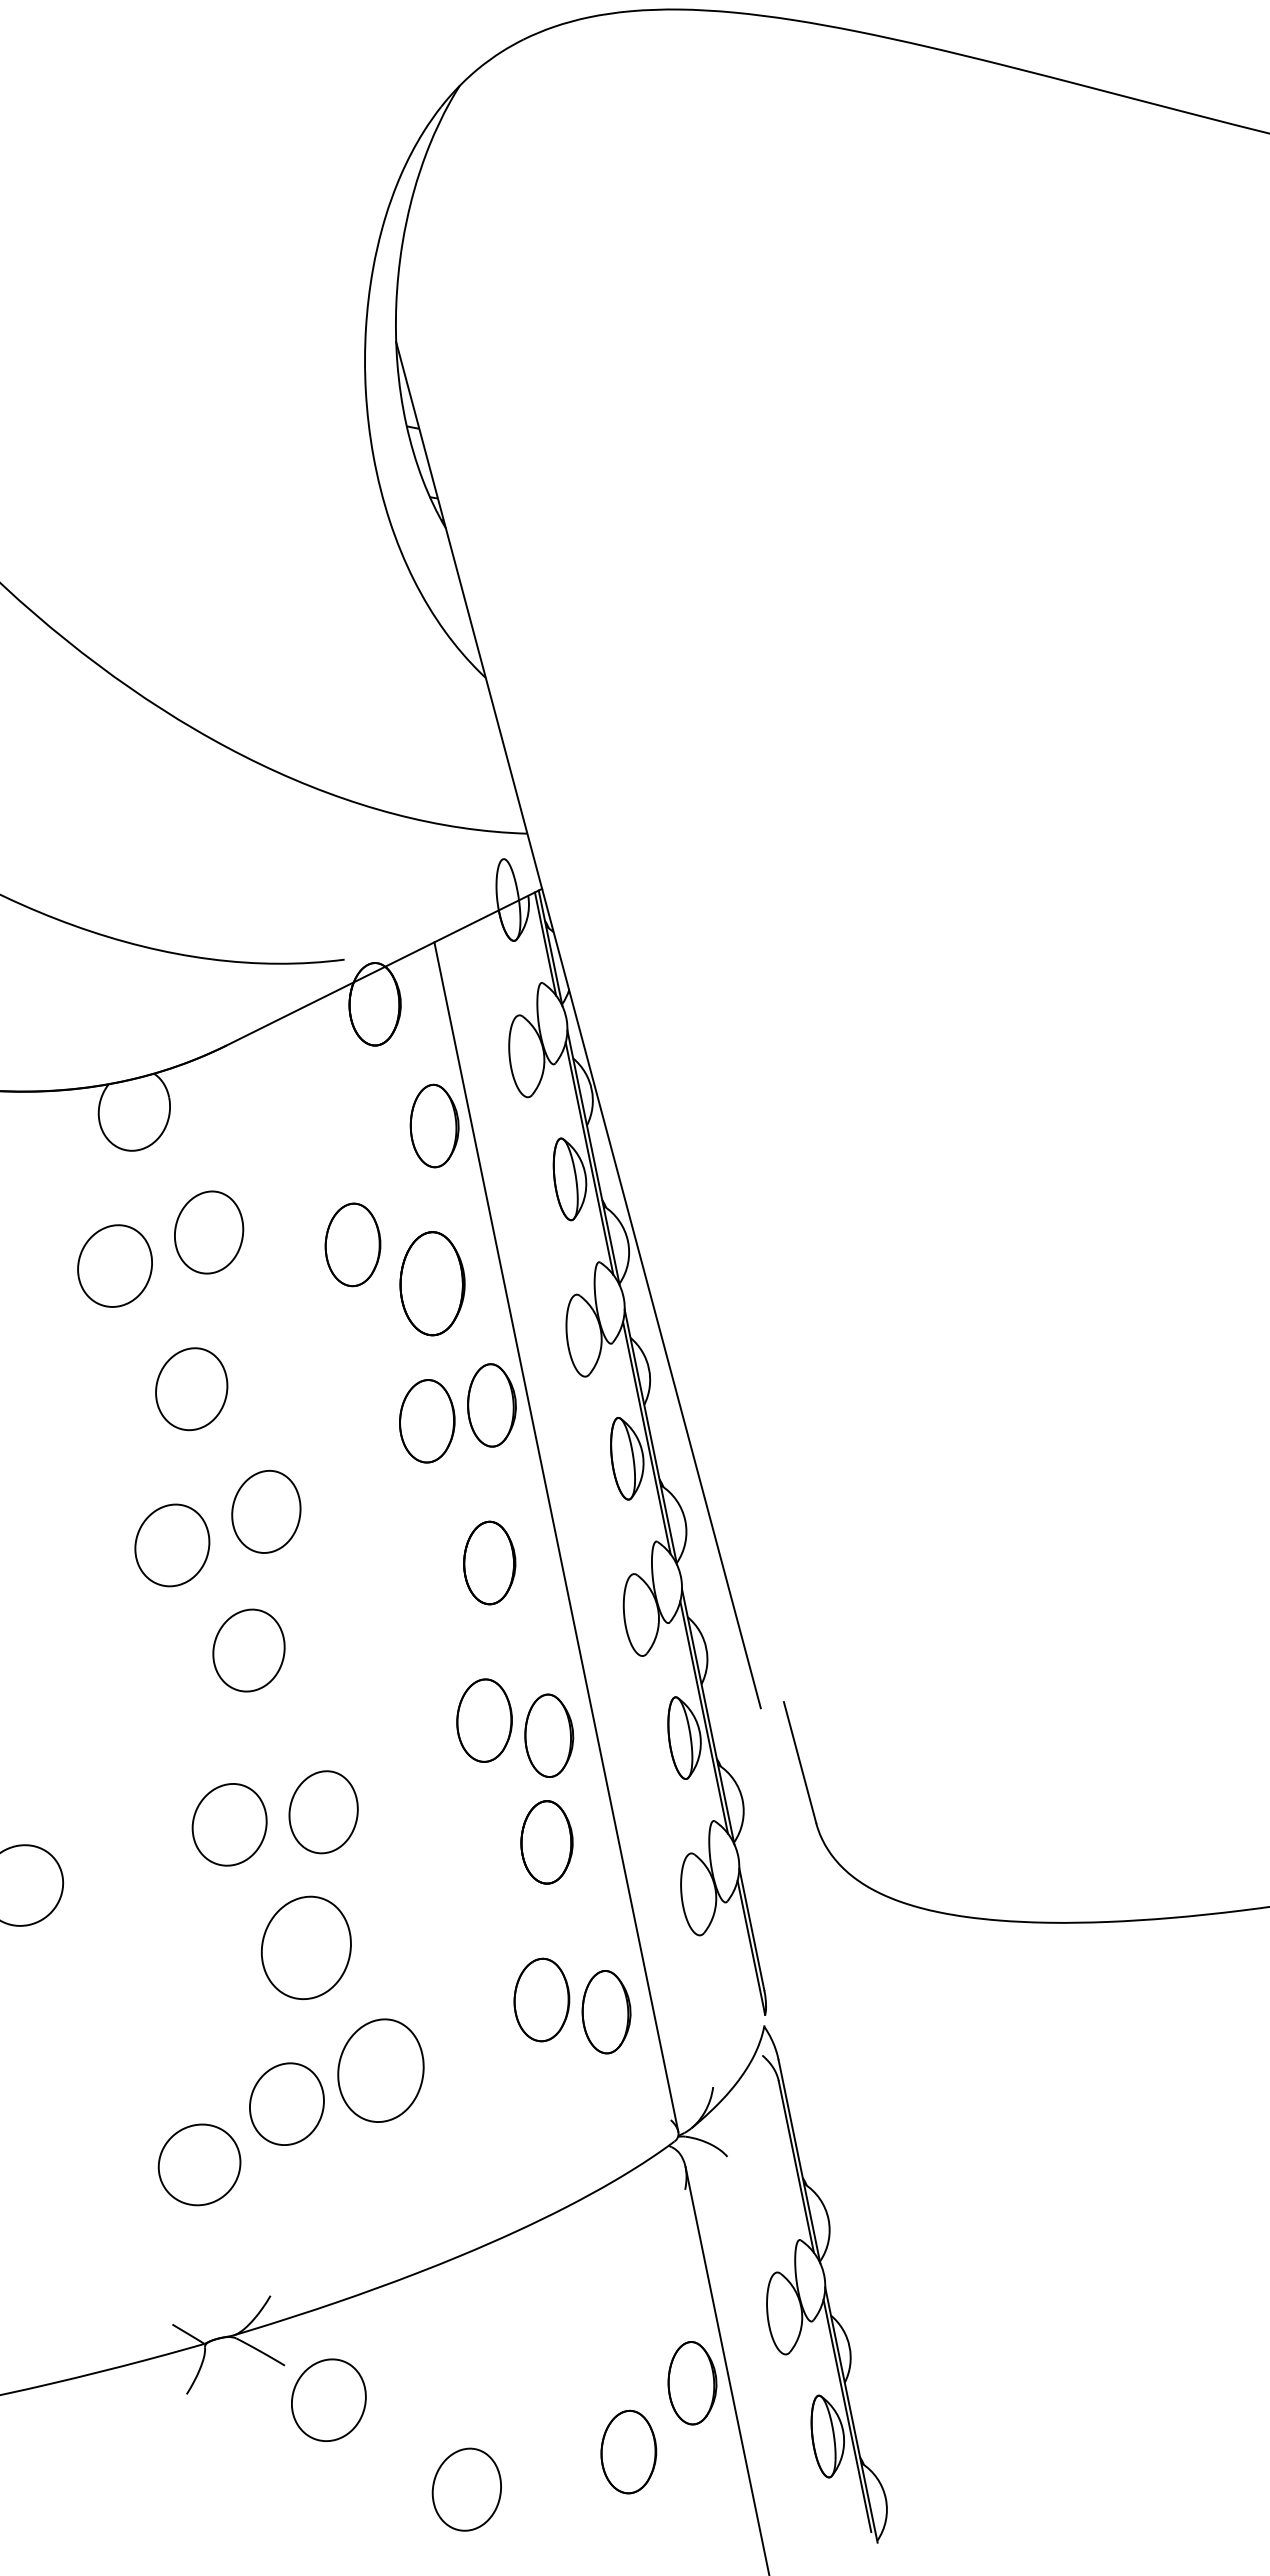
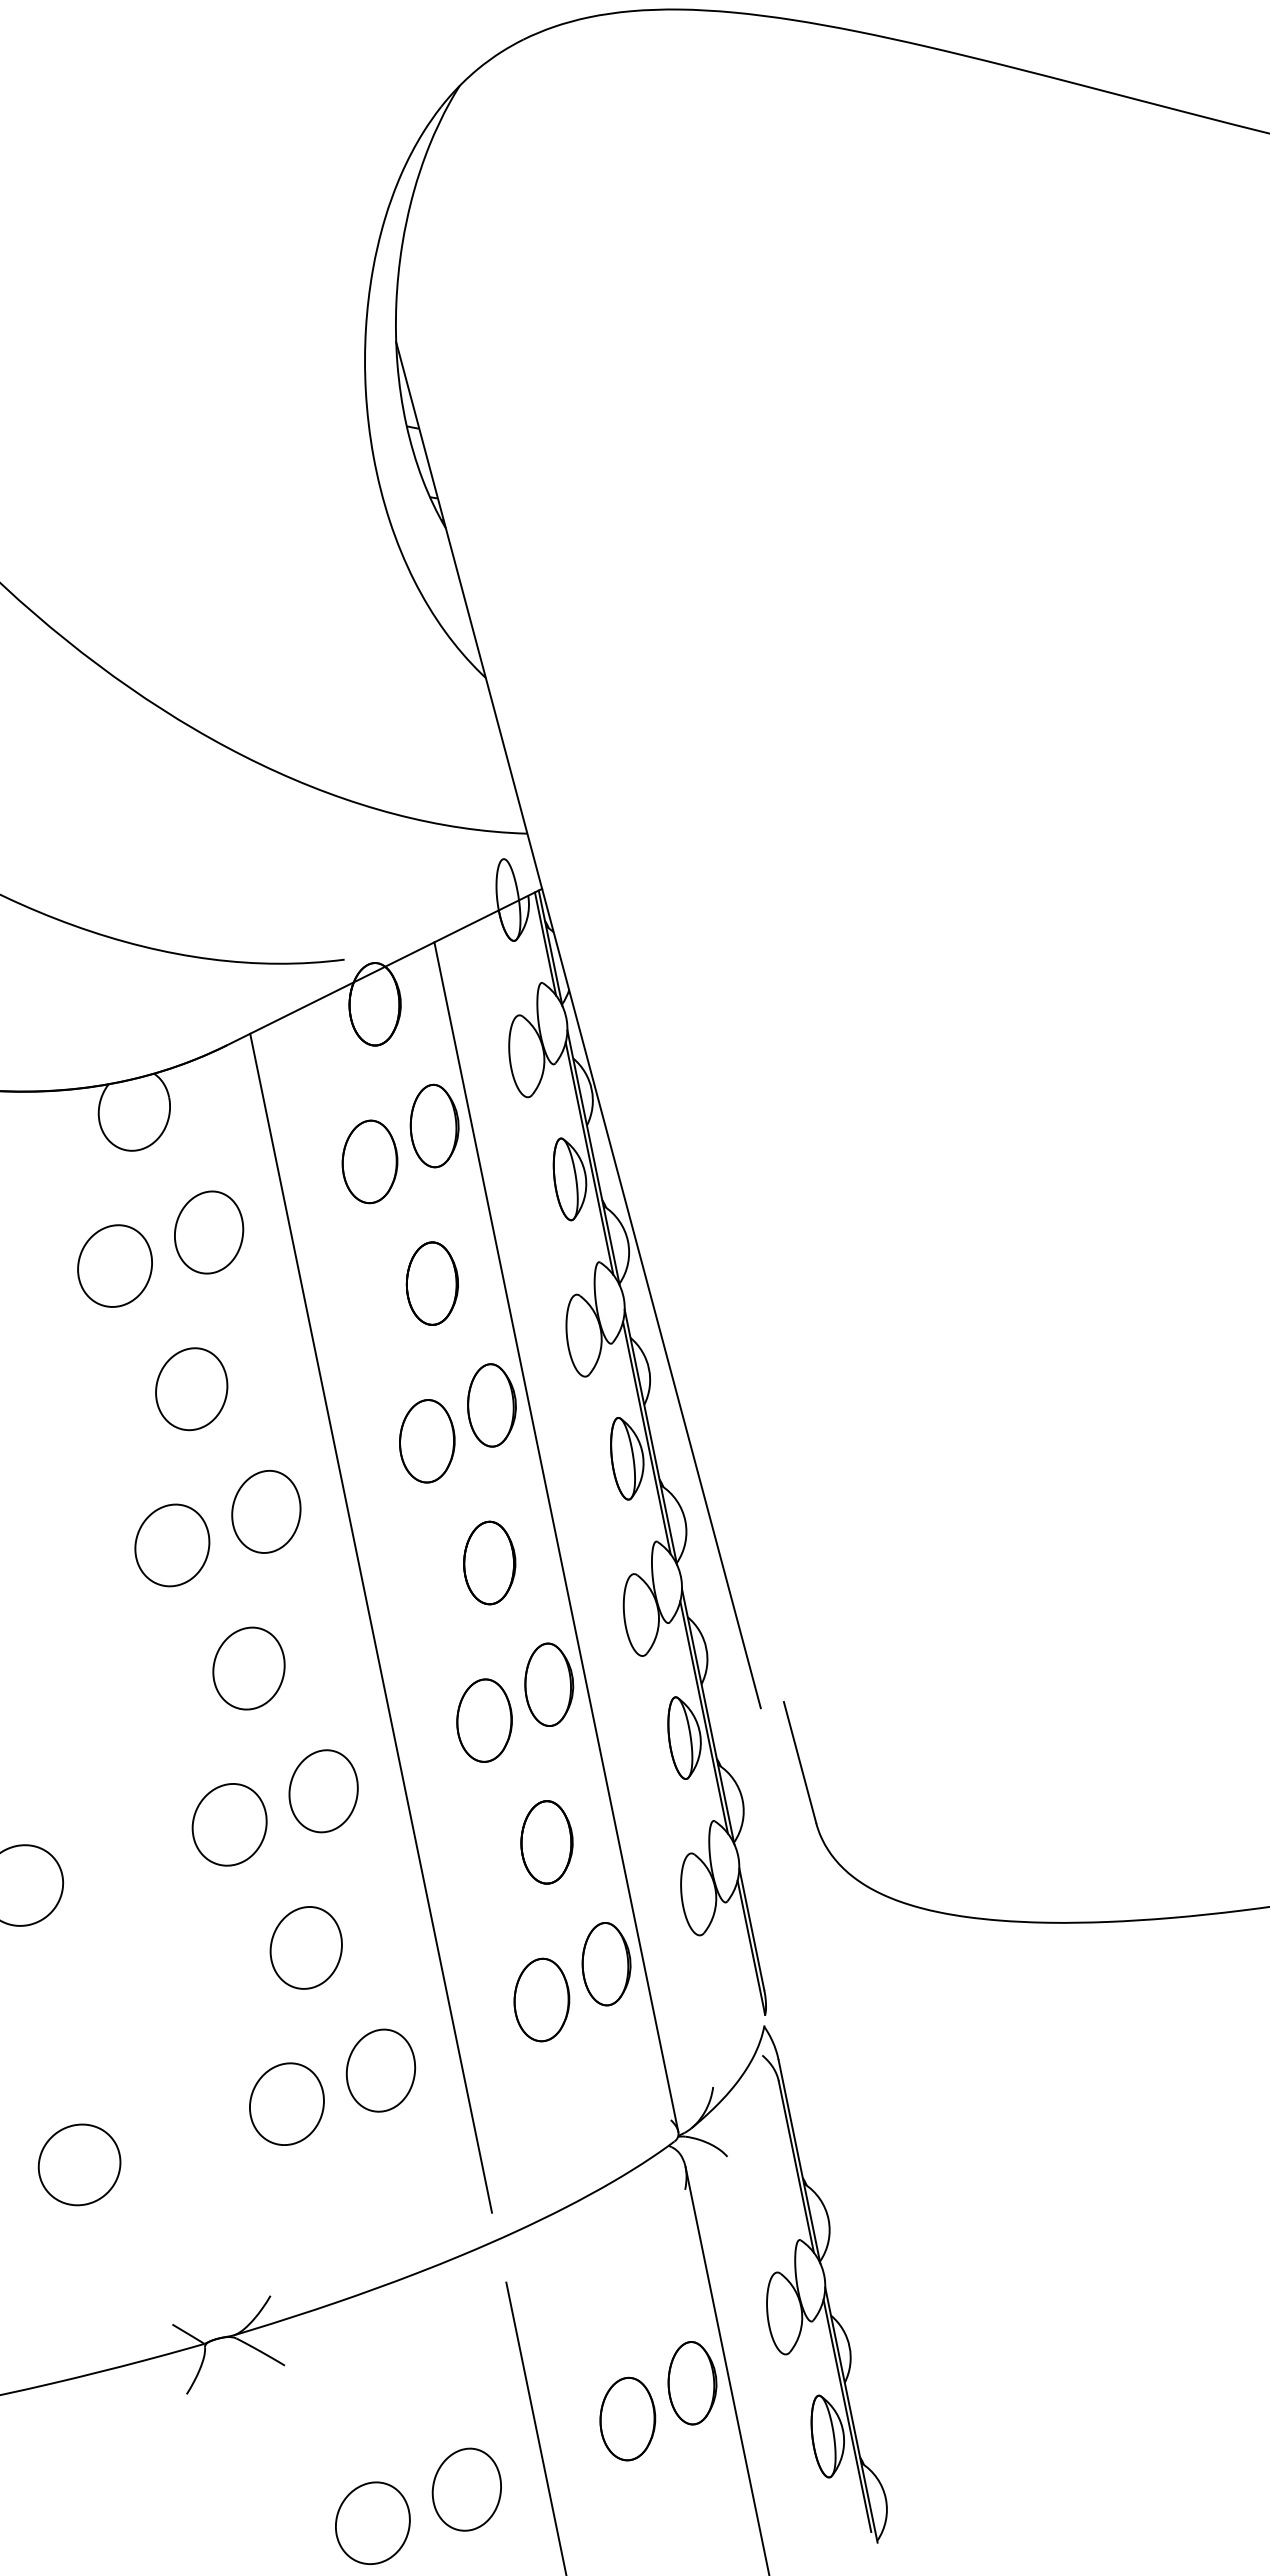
part at (352, 1244) position: (352, 1244) -> (369, 1161)
part at (432, 1283) size: 67x106 px -> 54x85 px
part at (427, 1421) position: (427, 1421) -> (427, 1441)
line at (371, 1622): none -> present
part at (248, 1650) position: (248, 1650) -> (248, 1668)
part at (549, 1735) position: (549, 1735) -> (549, 1684)
part at (323, 1812) position: (323, 1812) -> (323, 1791)
part at (305, 1947) size: 92x105 px -> 74x84 px
part at (606, 2012) position: (606, 2012) -> (606, 1964)
part at (380, 2070) size: 88x105 px -> 72x85 px
part at (199, 2164) position: (199, 2164) -> (79, 2164)
part at (328, 2399) position: (328, 2399) -> (372, 2522)
line at (535, 2427): none -> present
part at (628, 2451) position: (628, 2451) -> (627, 2418)
